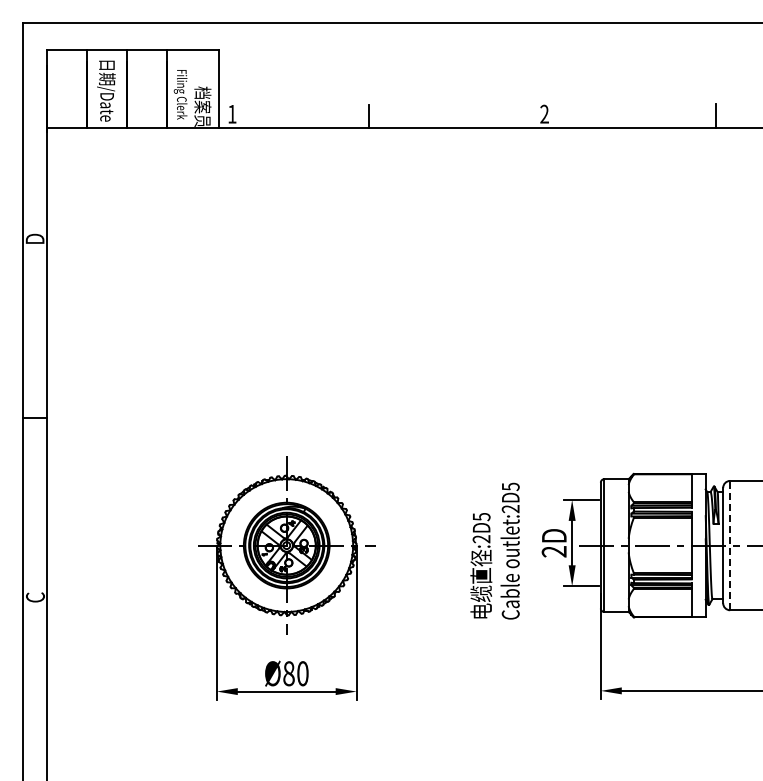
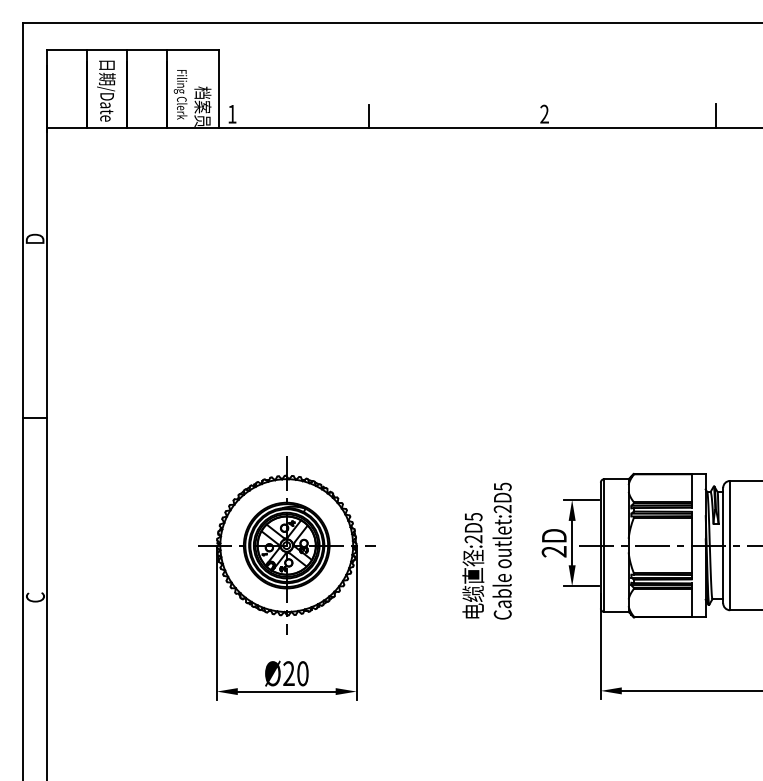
line at (730, 545): dashed -> solid
text at (494, 550) position: (494, 550) -> (486, 550)
text at (288, 673): Ø80 -> Ø20
